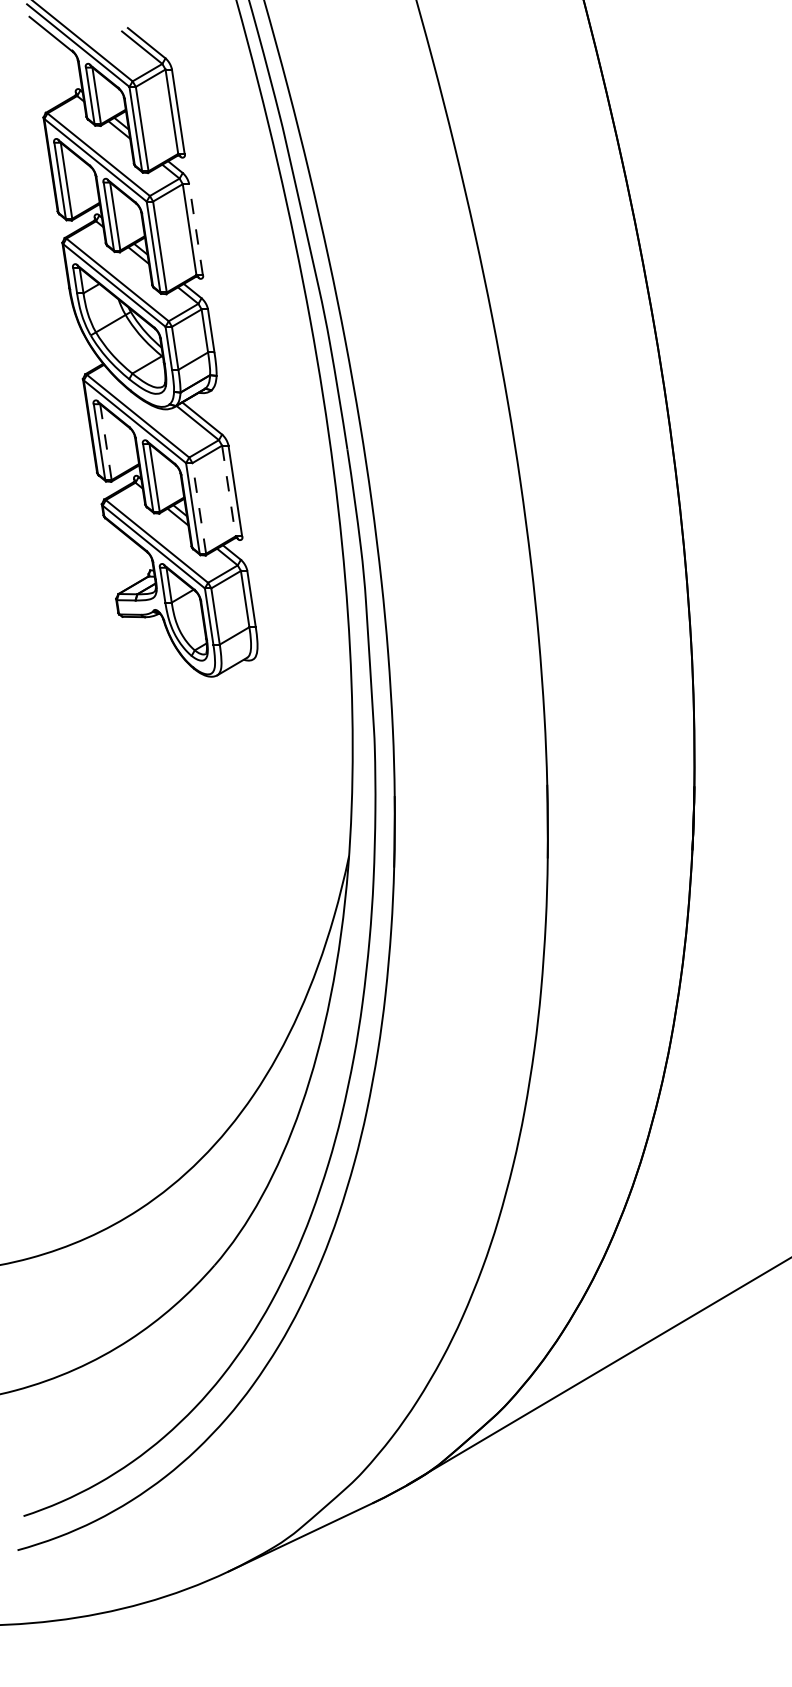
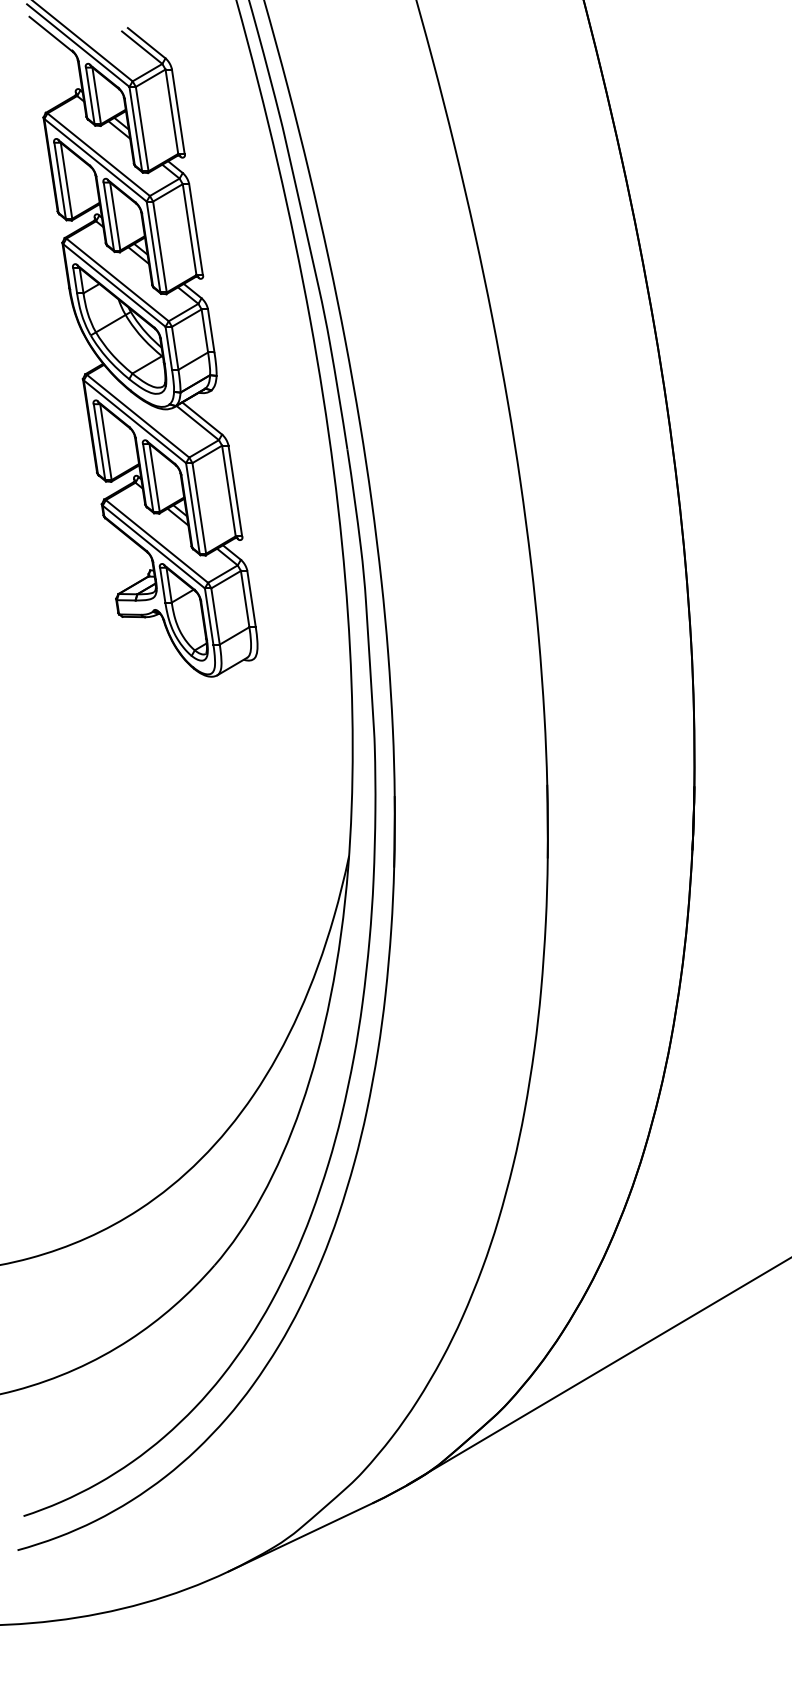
line at (196, 229): dashed -> solid
line at (105, 441): dashed -> solid
line at (228, 491): dashed -> solid
line at (199, 508): dashed -> solid
